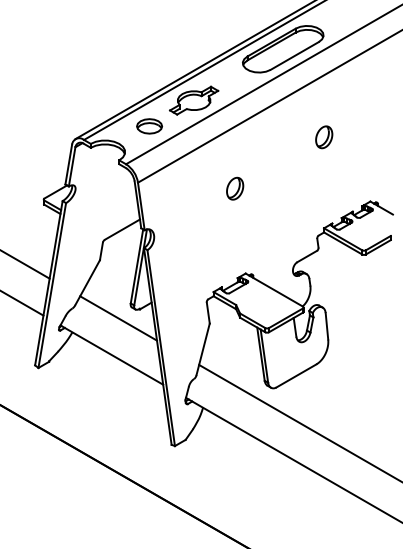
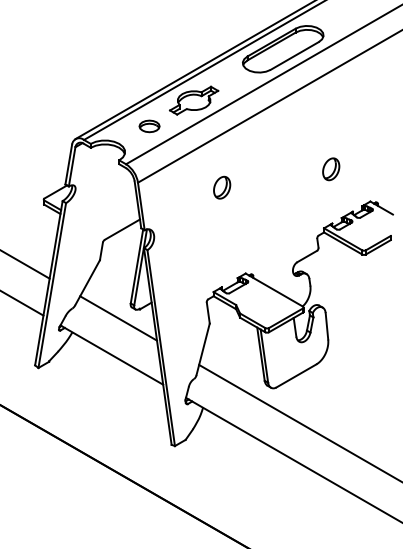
part at (149, 126) size: 27x17 px -> 23x15 px
part at (324, 137) position: (324, 137) -> (331, 169)
part at (235, 188) position: (235, 188) -> (222, 187)
